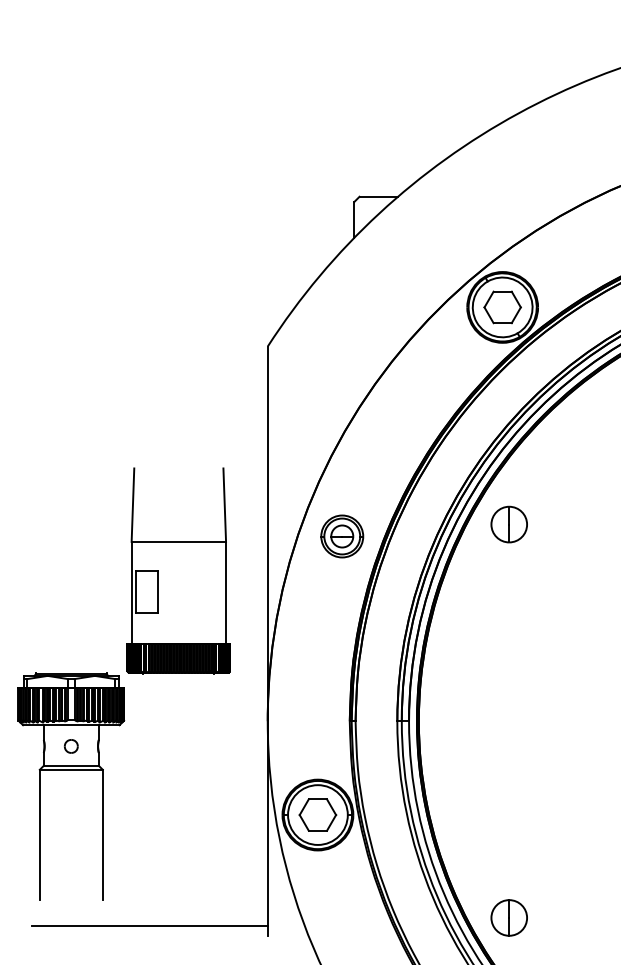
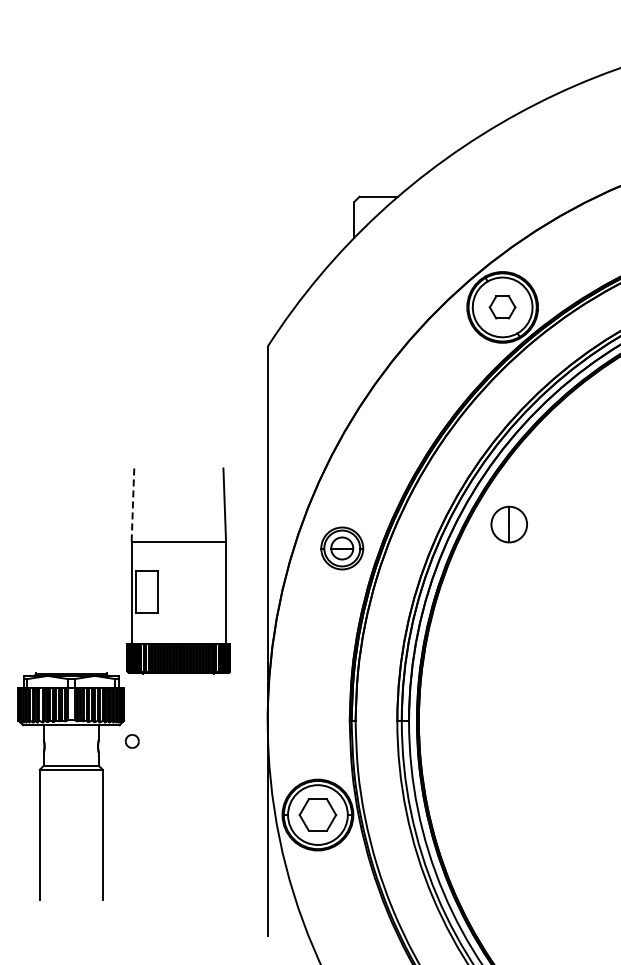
part at (502, 307) size: 39x35 px -> 29x25 px
line at (132, 505): solid -> dashed
part at (342, 536) position: (342, 536) -> (342, 548)
part at (70, 746) position: (70, 746) -> (131, 741)
part at (508, 917): present -> none
line at (149, 925): present -> none
